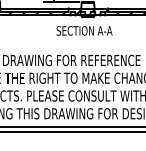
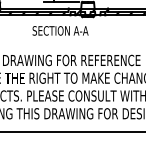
text at (84, 30) position: (84, 30) -> (60, 30)
line at (72, 126): present -> none
